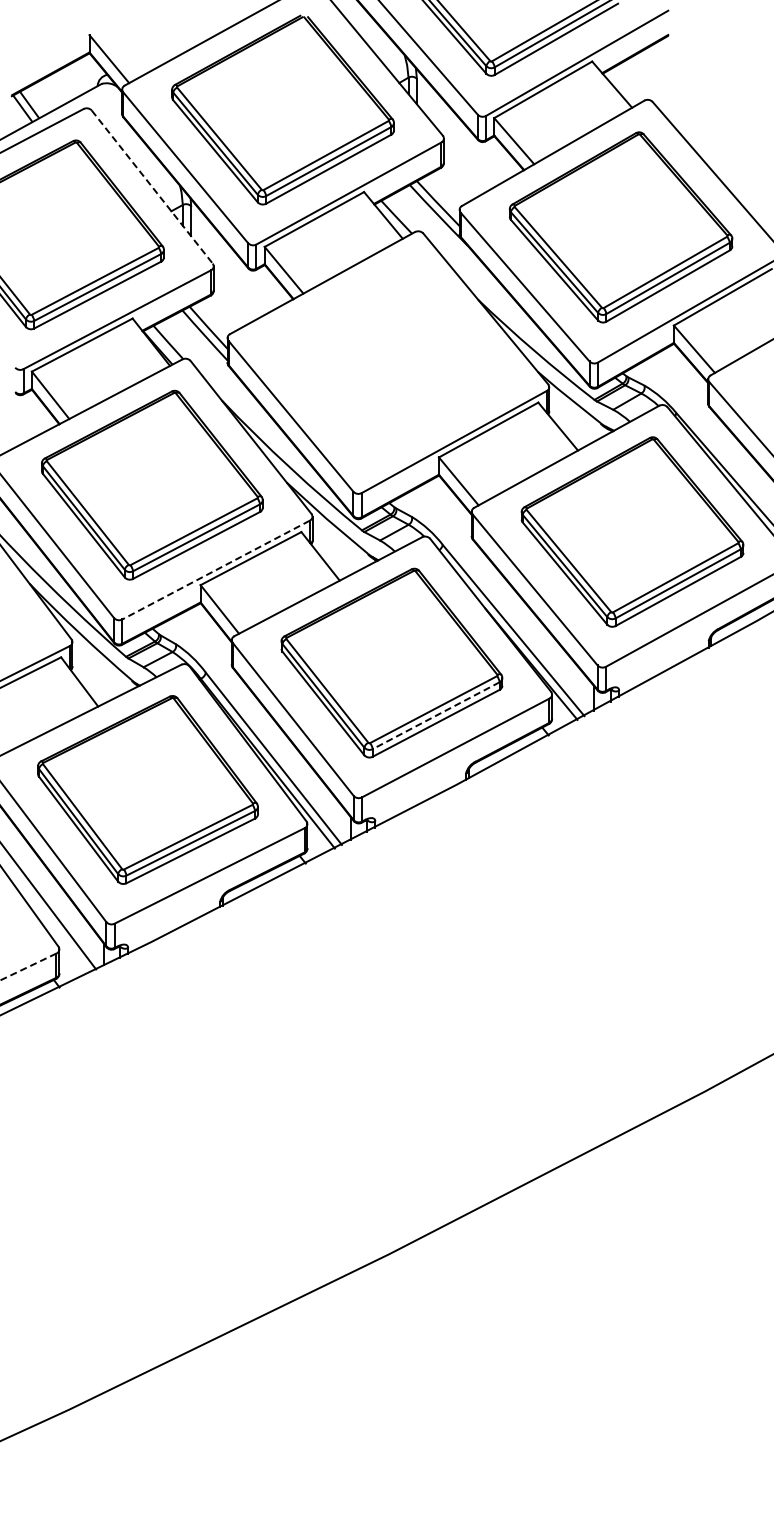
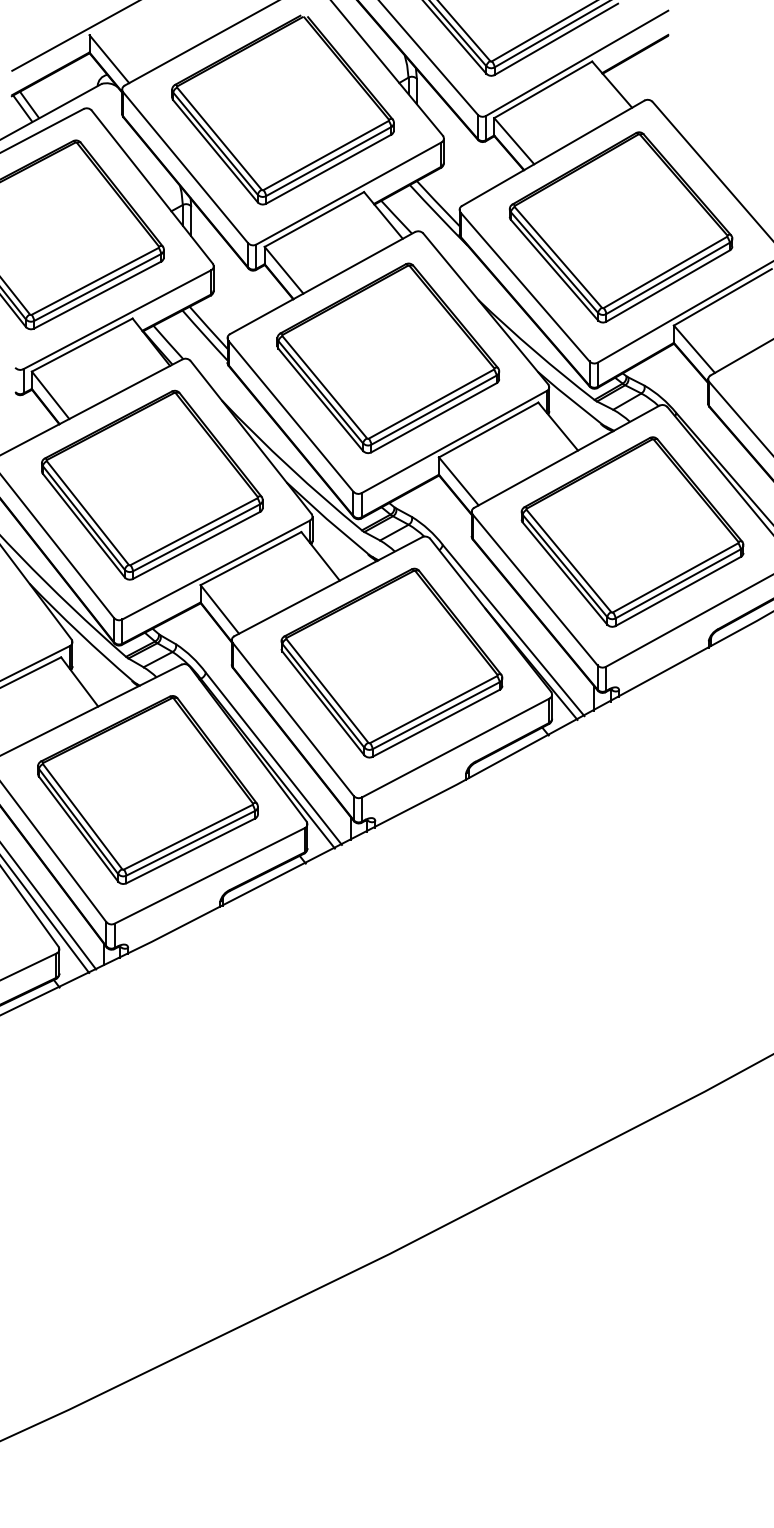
line at (74, 36): none -> present
line at (152, 187): dashed -> solid
part at (388, 358): none -> present
line at (216, 570): dashed -> solid
line at (436, 715): dashed -> solid
line at (45, 914): none -> present
line at (28, 966): dashed -> solid
